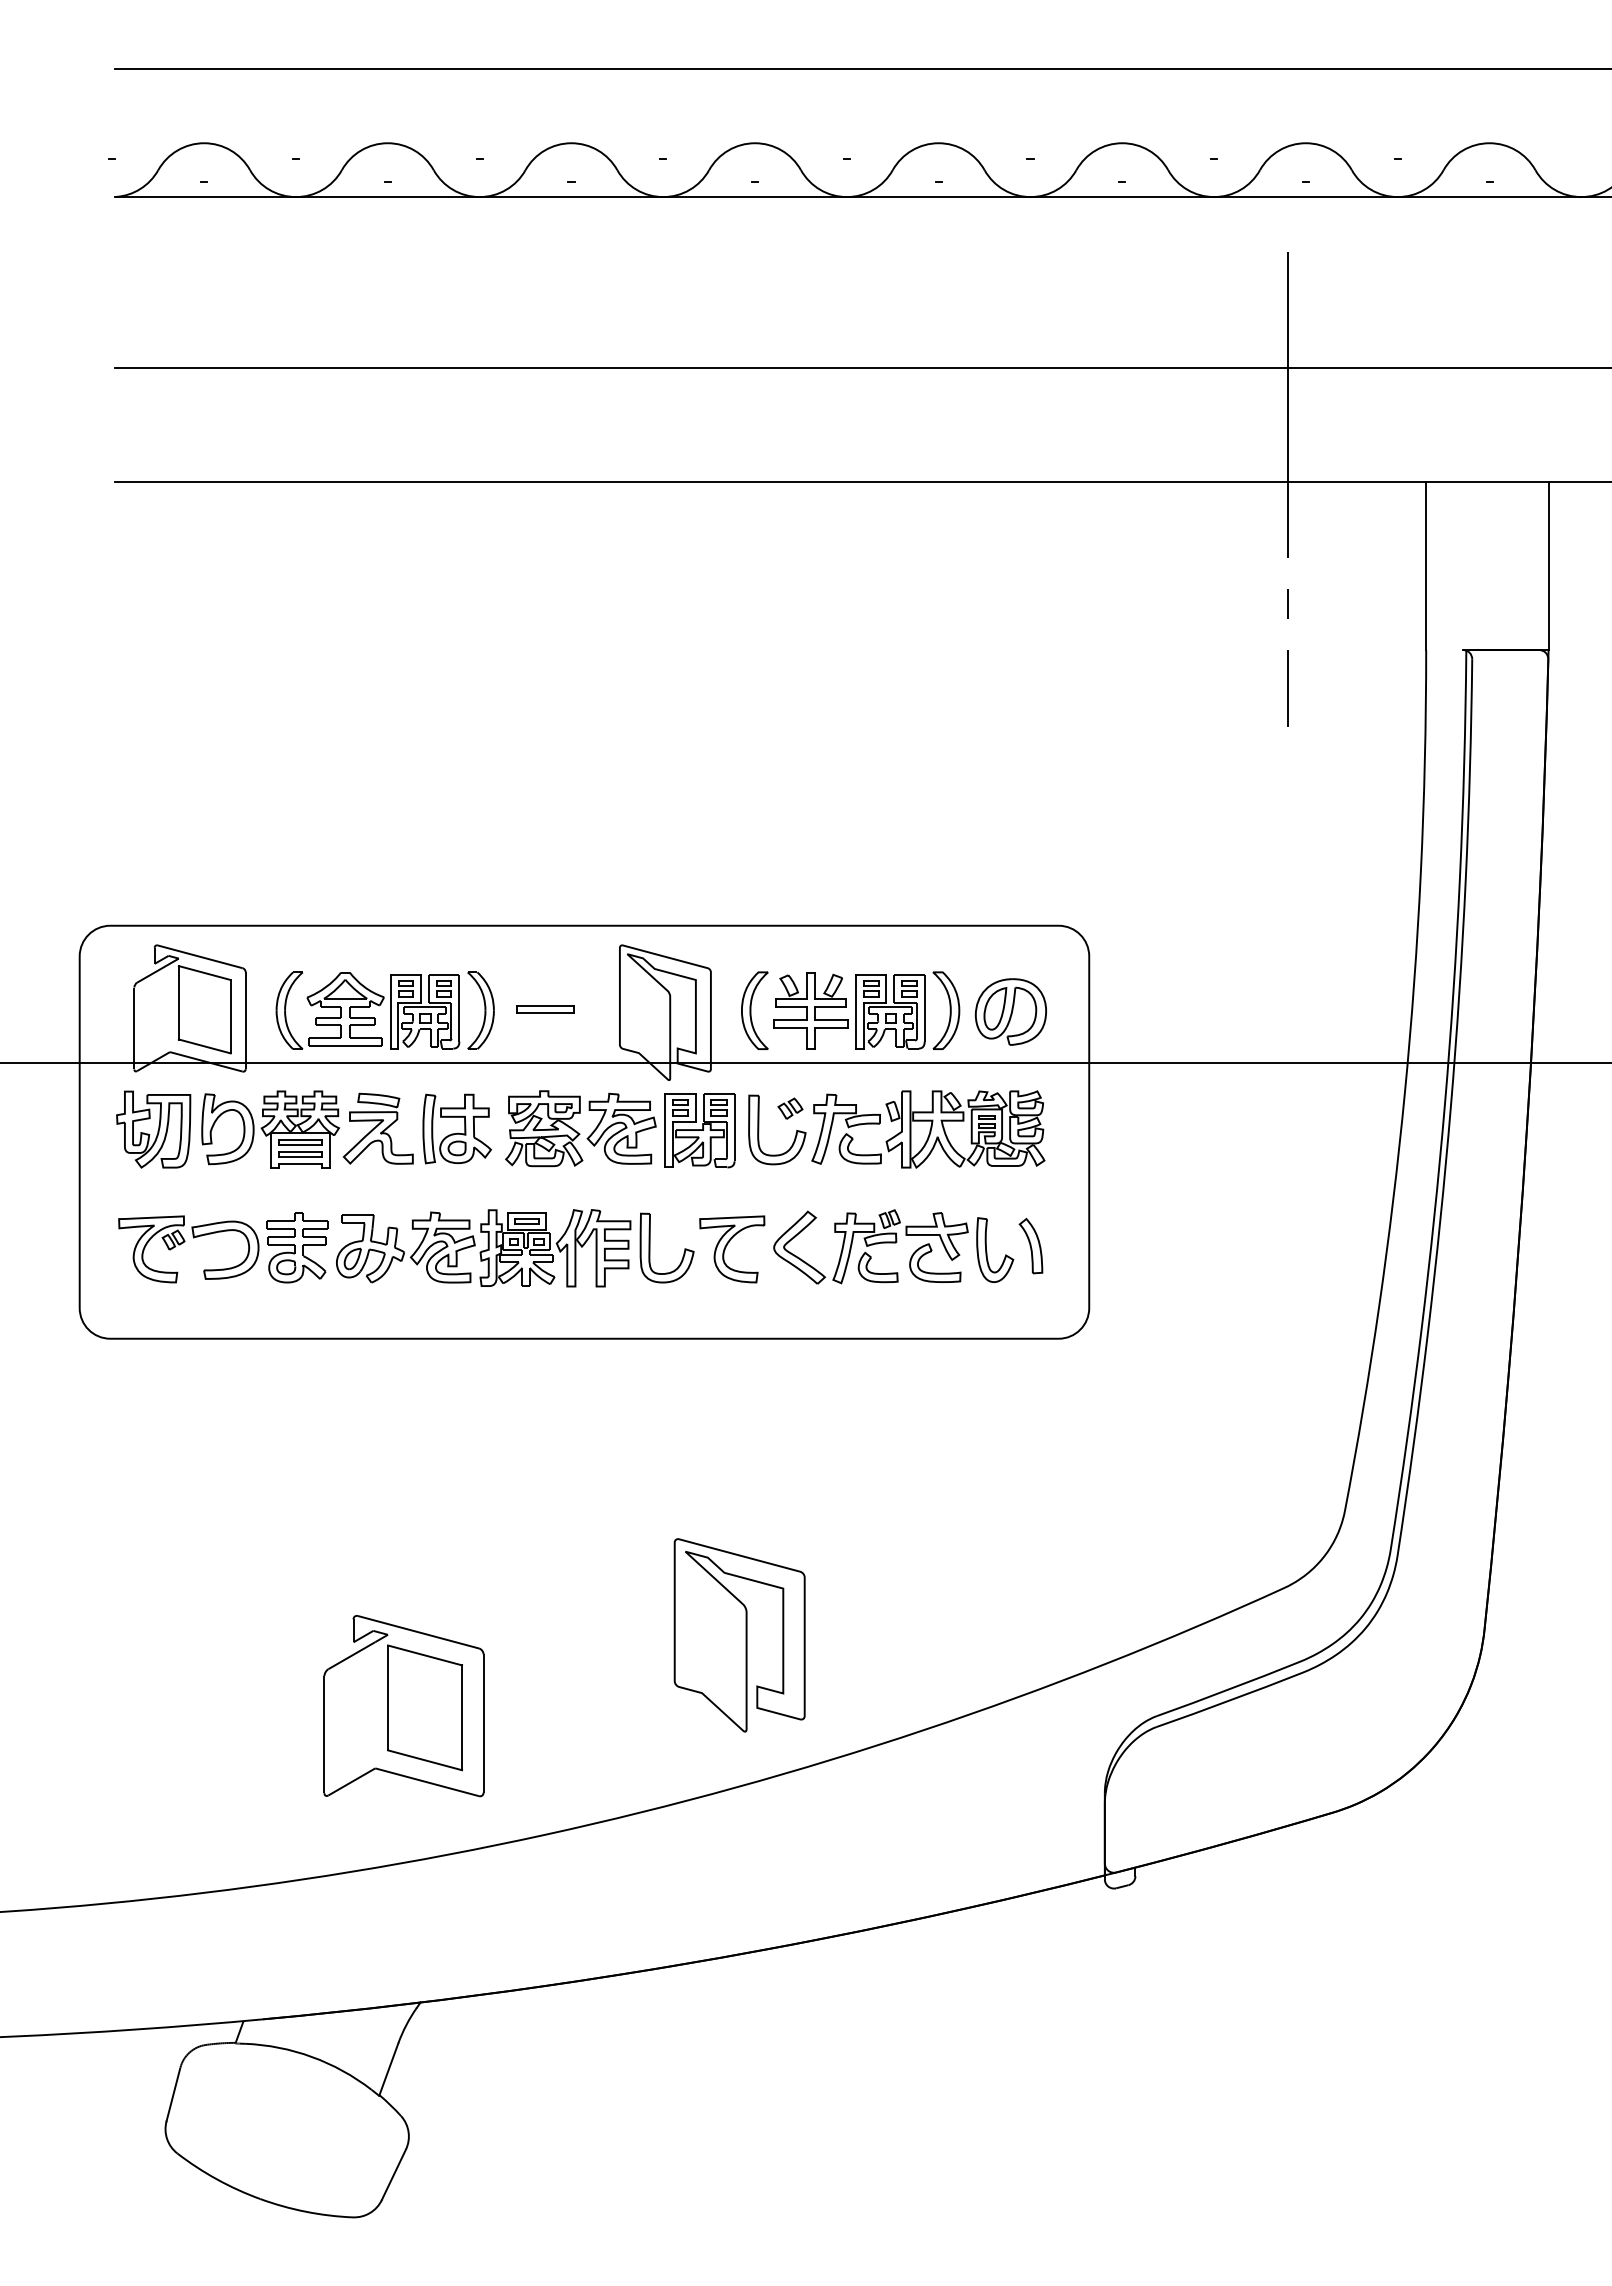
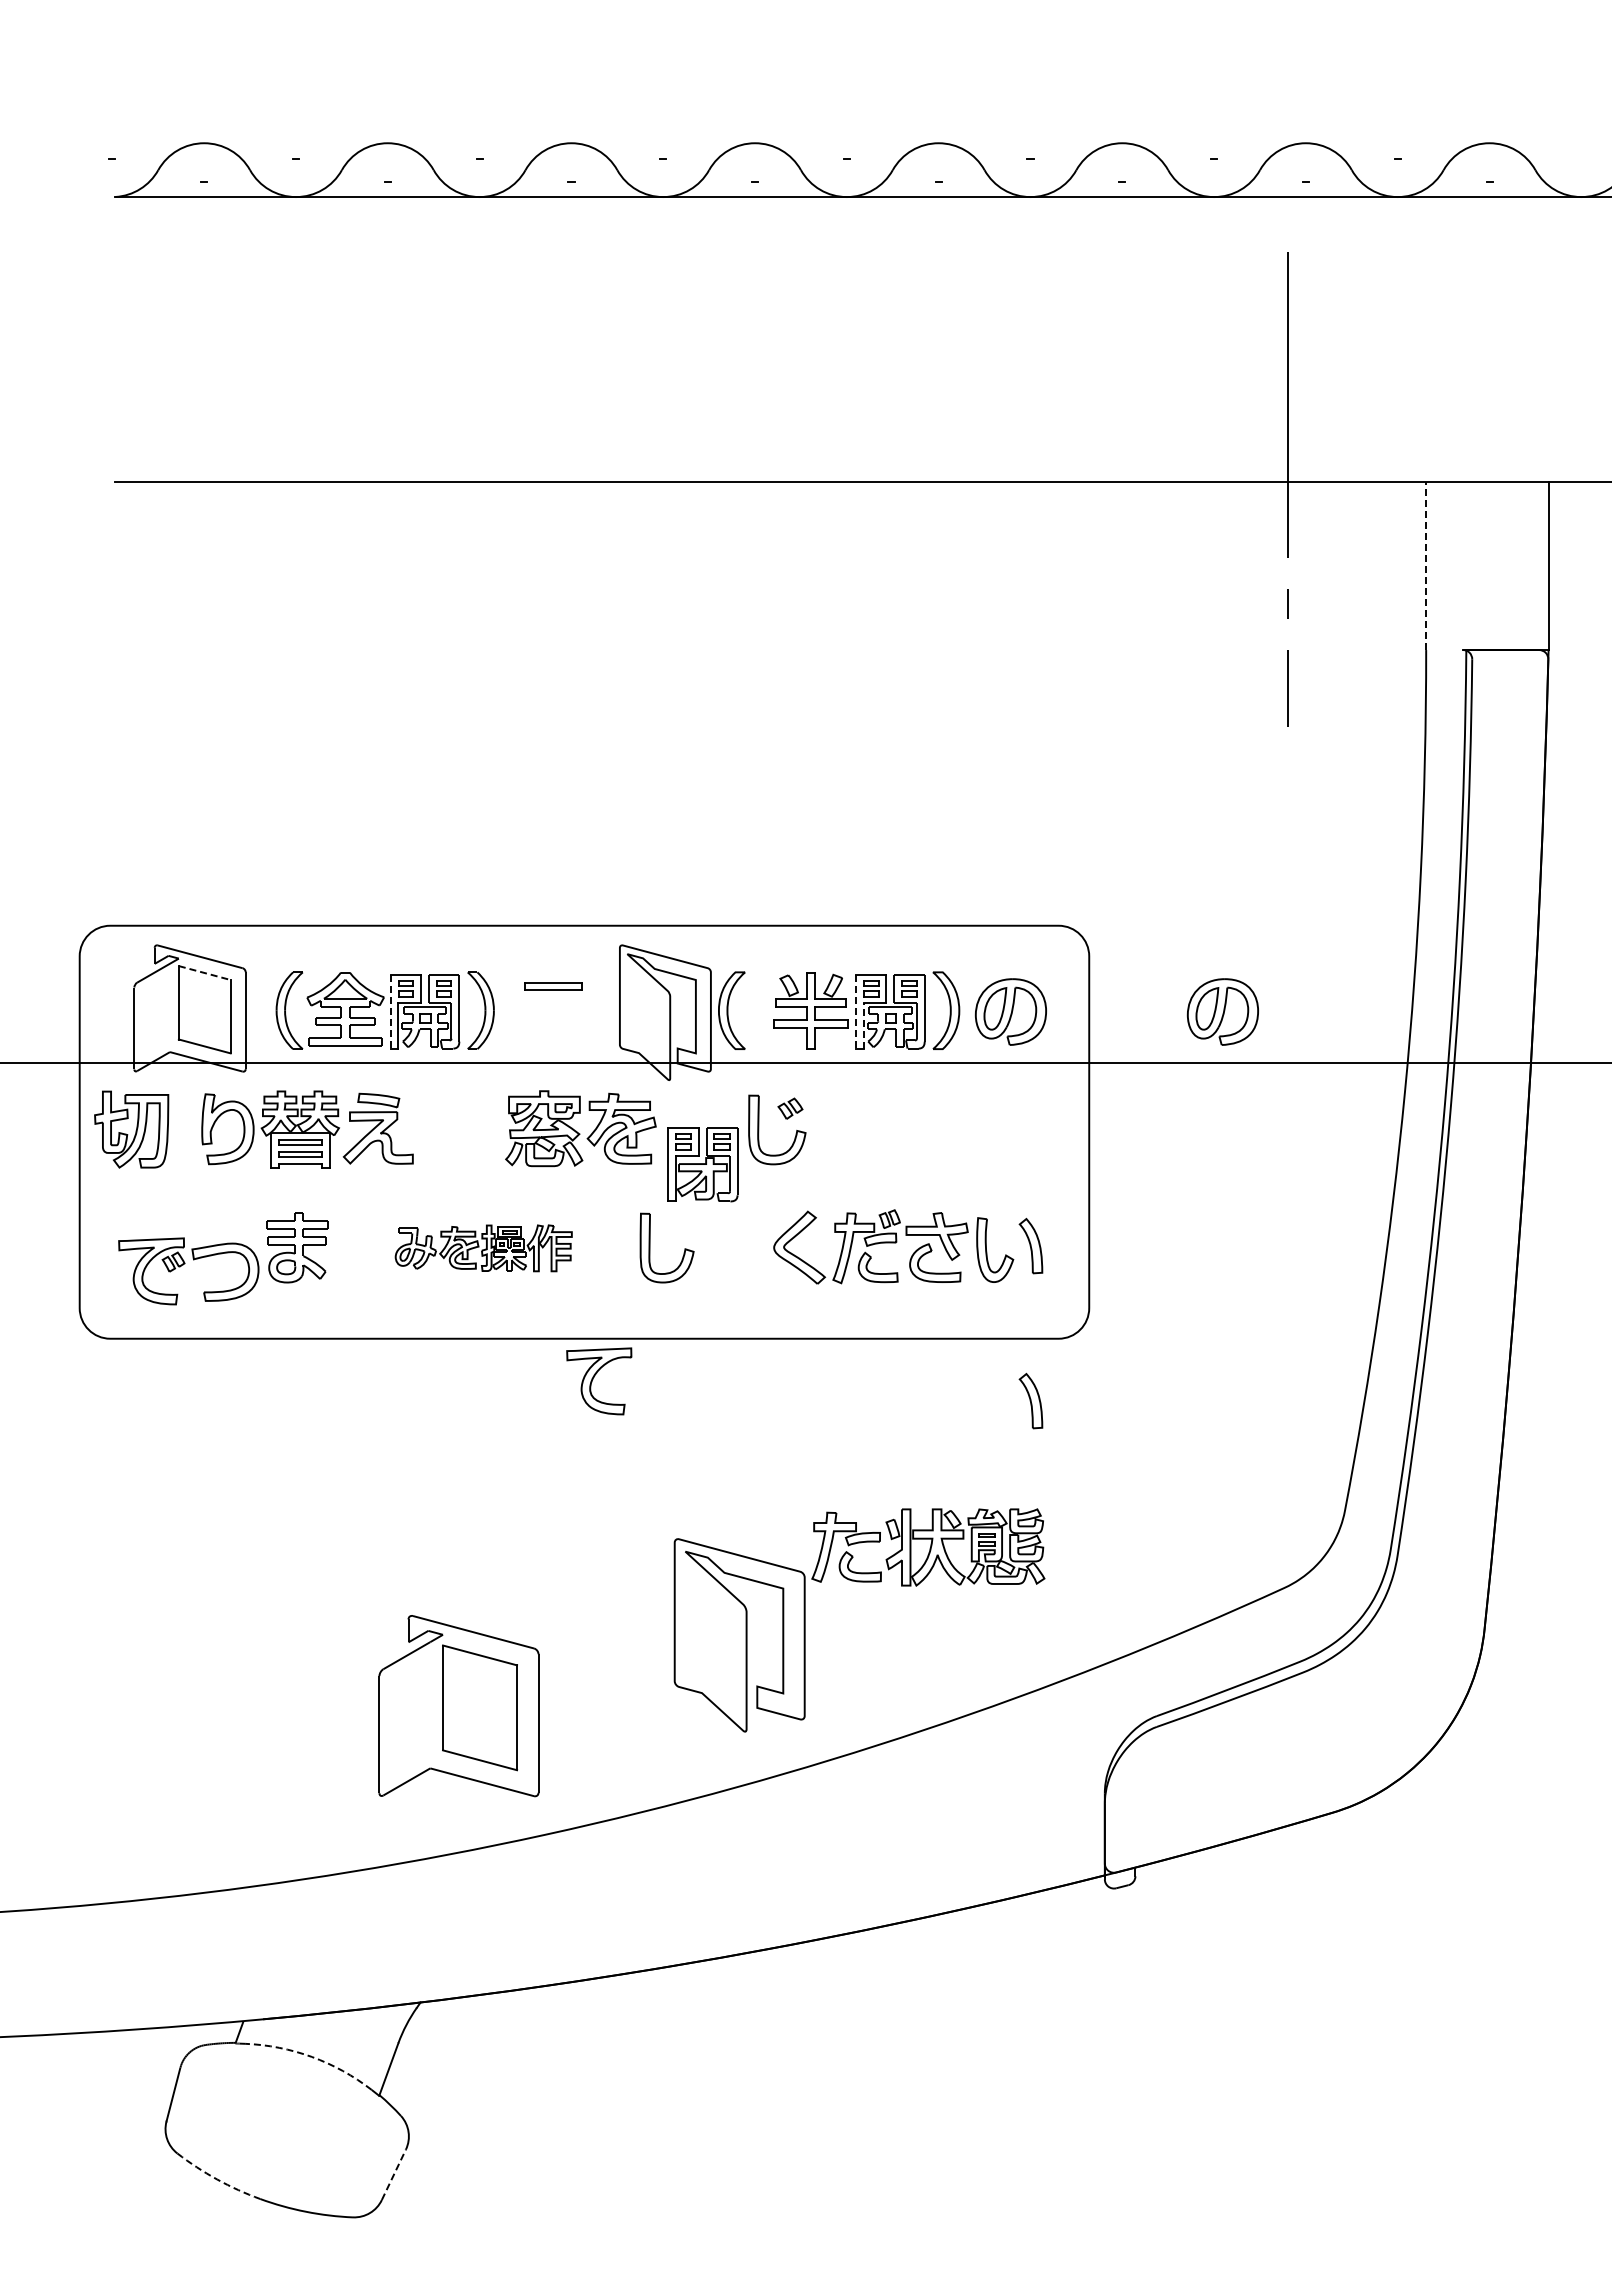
line at (861, 68): present -> none
line at (861, 368): present -> none
line at (1426, 565): solid -> dashed
line at (204, 973): solid -> dashed
part at (545, 1009) position: (545, 1009) -> (553, 986)
part at (754, 1010) position: (754, 1010) -> (731, 1010)
line at (390, 1011): solid -> dashed
line at (856, 1011): solid -> dashed
part at (1222, 1011): none -> present
line at (863, 1025): solid -> dashed
part at (456, 1128): present -> none
part at (153, 1129) position: (153, 1129) -> (131, 1129)
part at (928, 1129) position: (928, 1129) -> (928, 1547)
part at (699, 1130) position: (699, 1130) -> (702, 1164)
part at (183, 1243) position: (183, 1243) -> (183, 1265)
part at (726, 1247) position: (726, 1247) -> (593, 1379)
part at (483, 1248) size: 296x79 px -> 179x49 px
part at (1030, 1400): none -> present
part at (403, 1706) position: (403, 1706) -> (458, 1706)
arc at (311, 2056): solid -> dashed
line at (393, 2174): solid -> dashed
arc at (217, 2179): solid -> dashed
